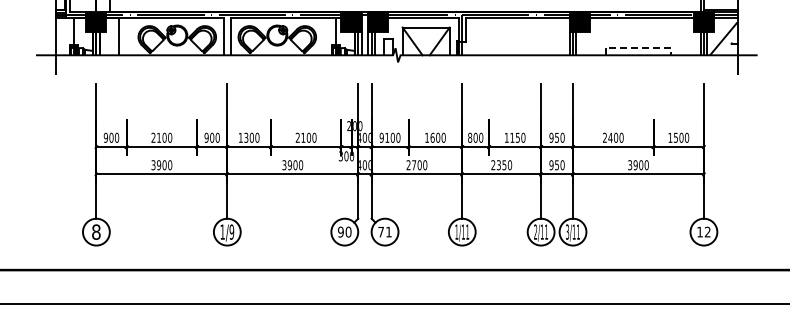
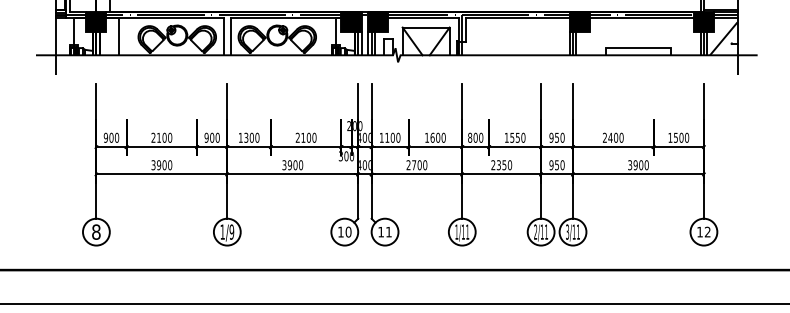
line at (638, 47): dashed -> solid
text at (381, 137): 9100 -> 1100
text at (512, 137): 1150 -> 1550
text at (340, 231): 90 -> 10
text at (380, 232): 71 -> 11
